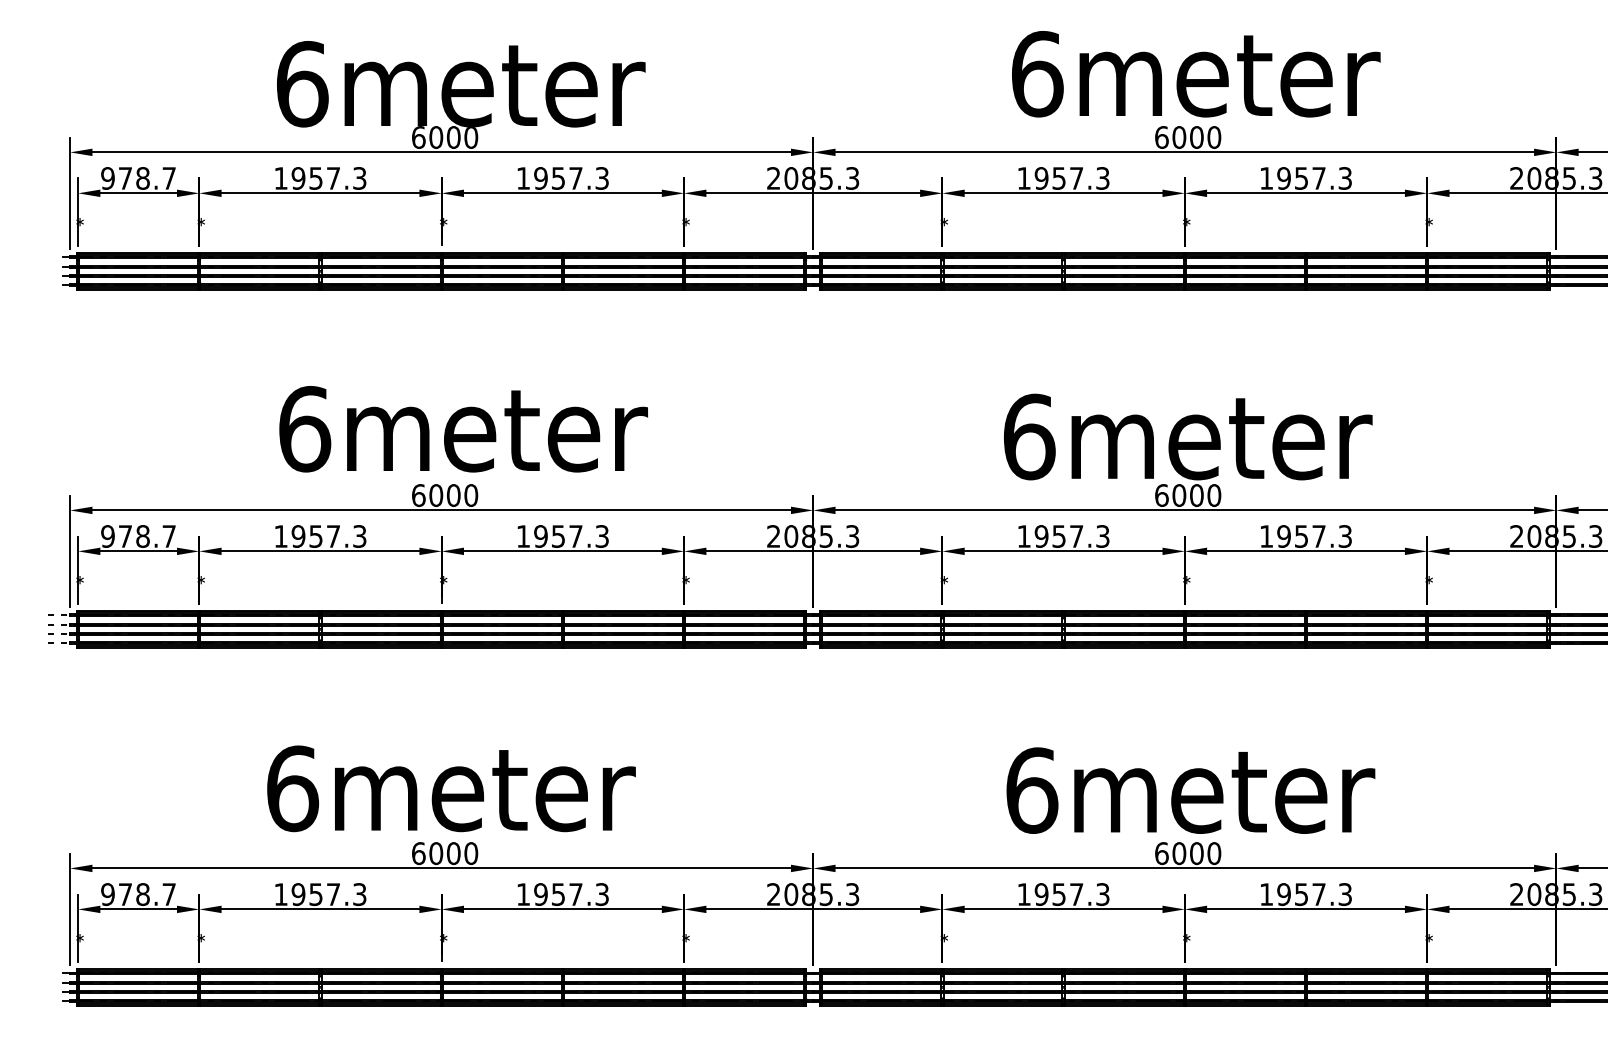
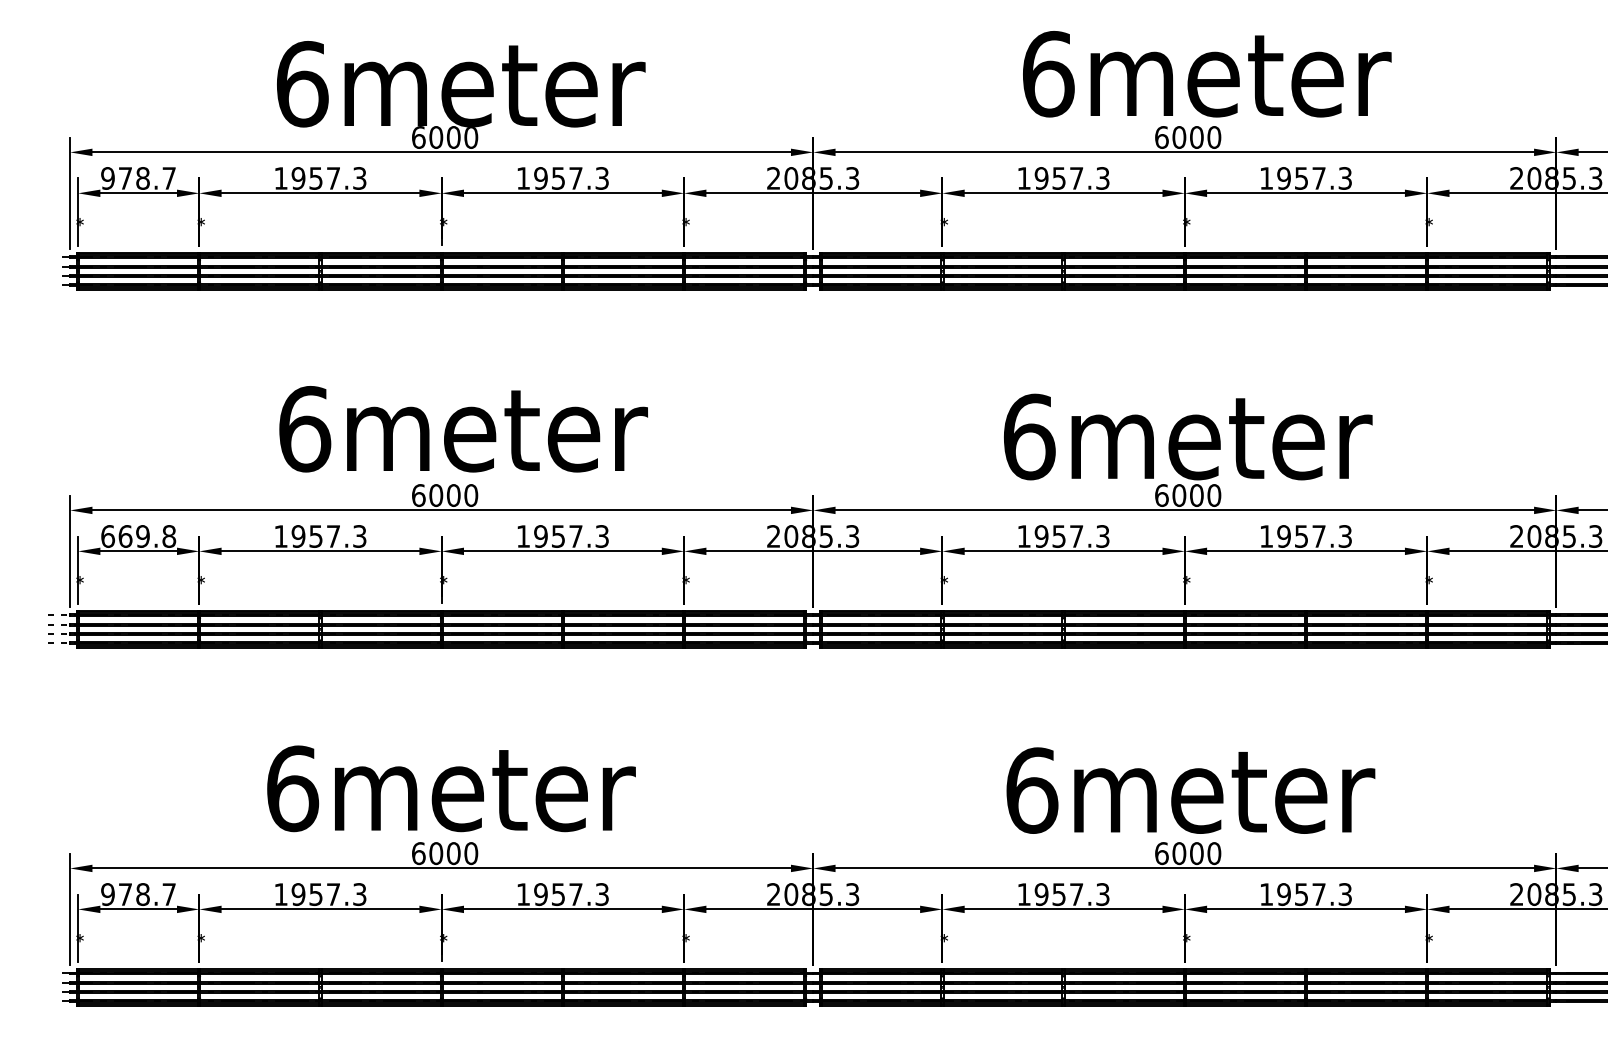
text at (1196, 74) position: (1196, 74) -> (1207, 74)
text at (138, 536): 978.7 -> 669.8
